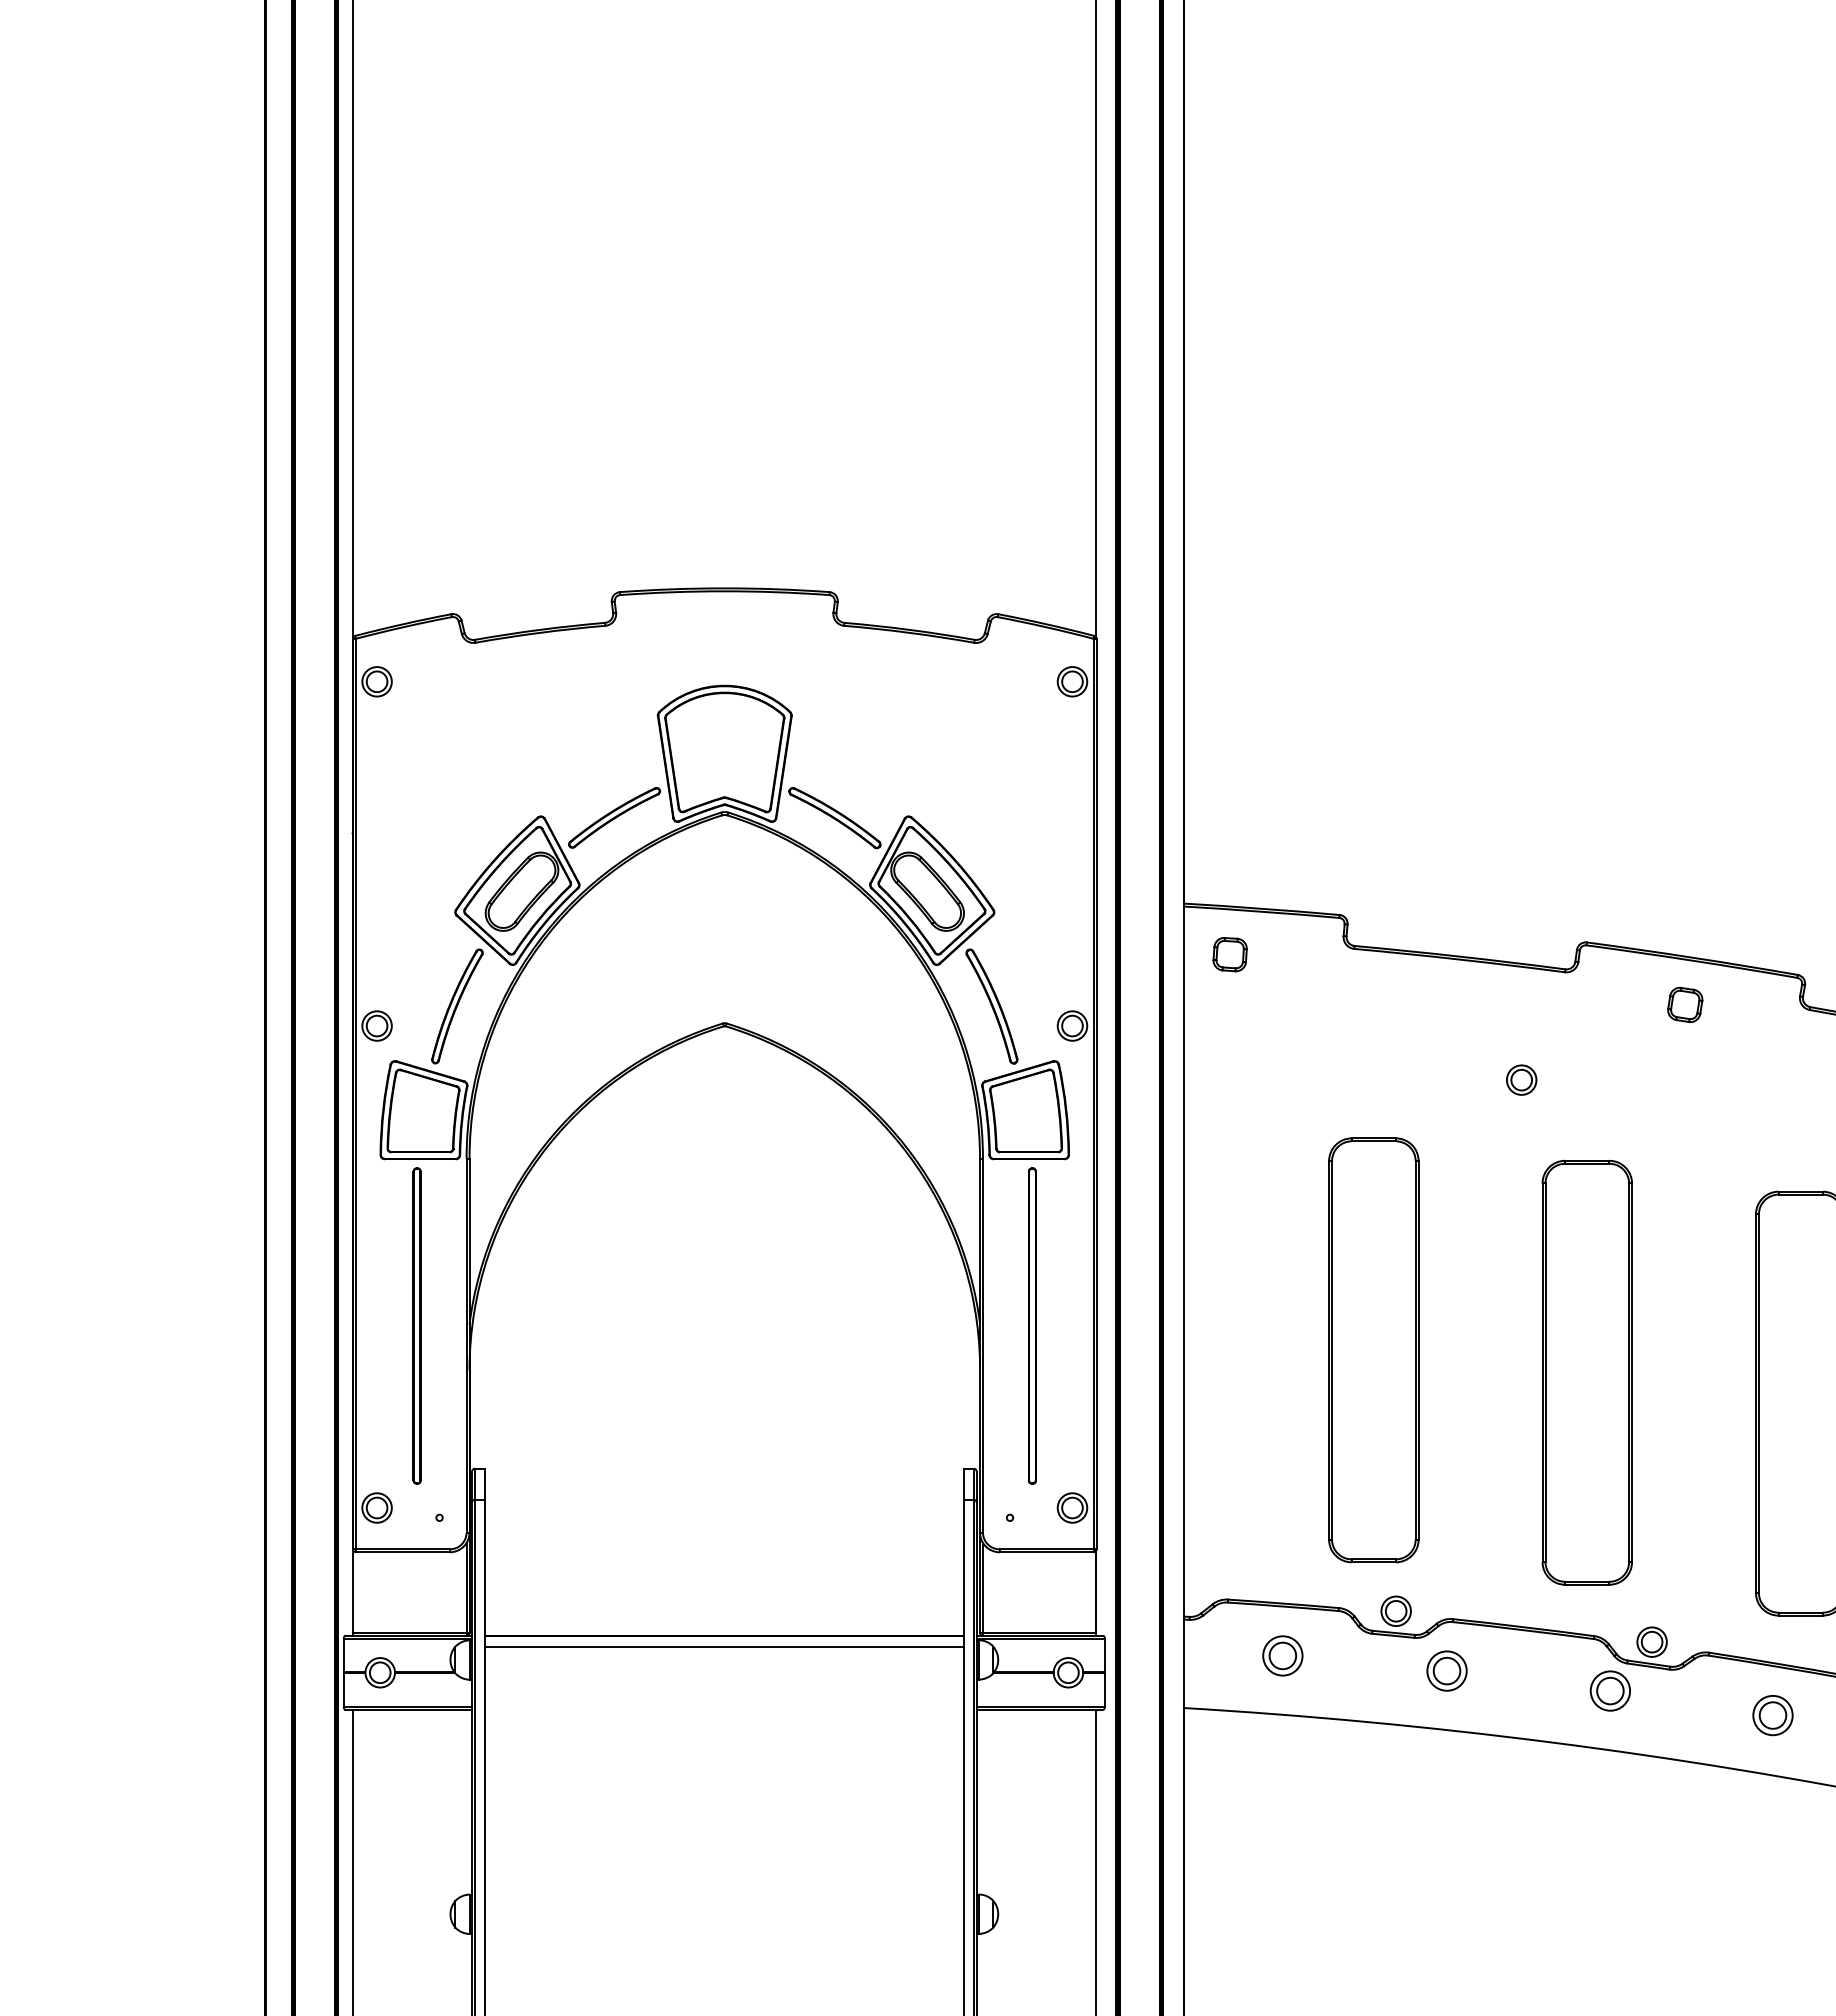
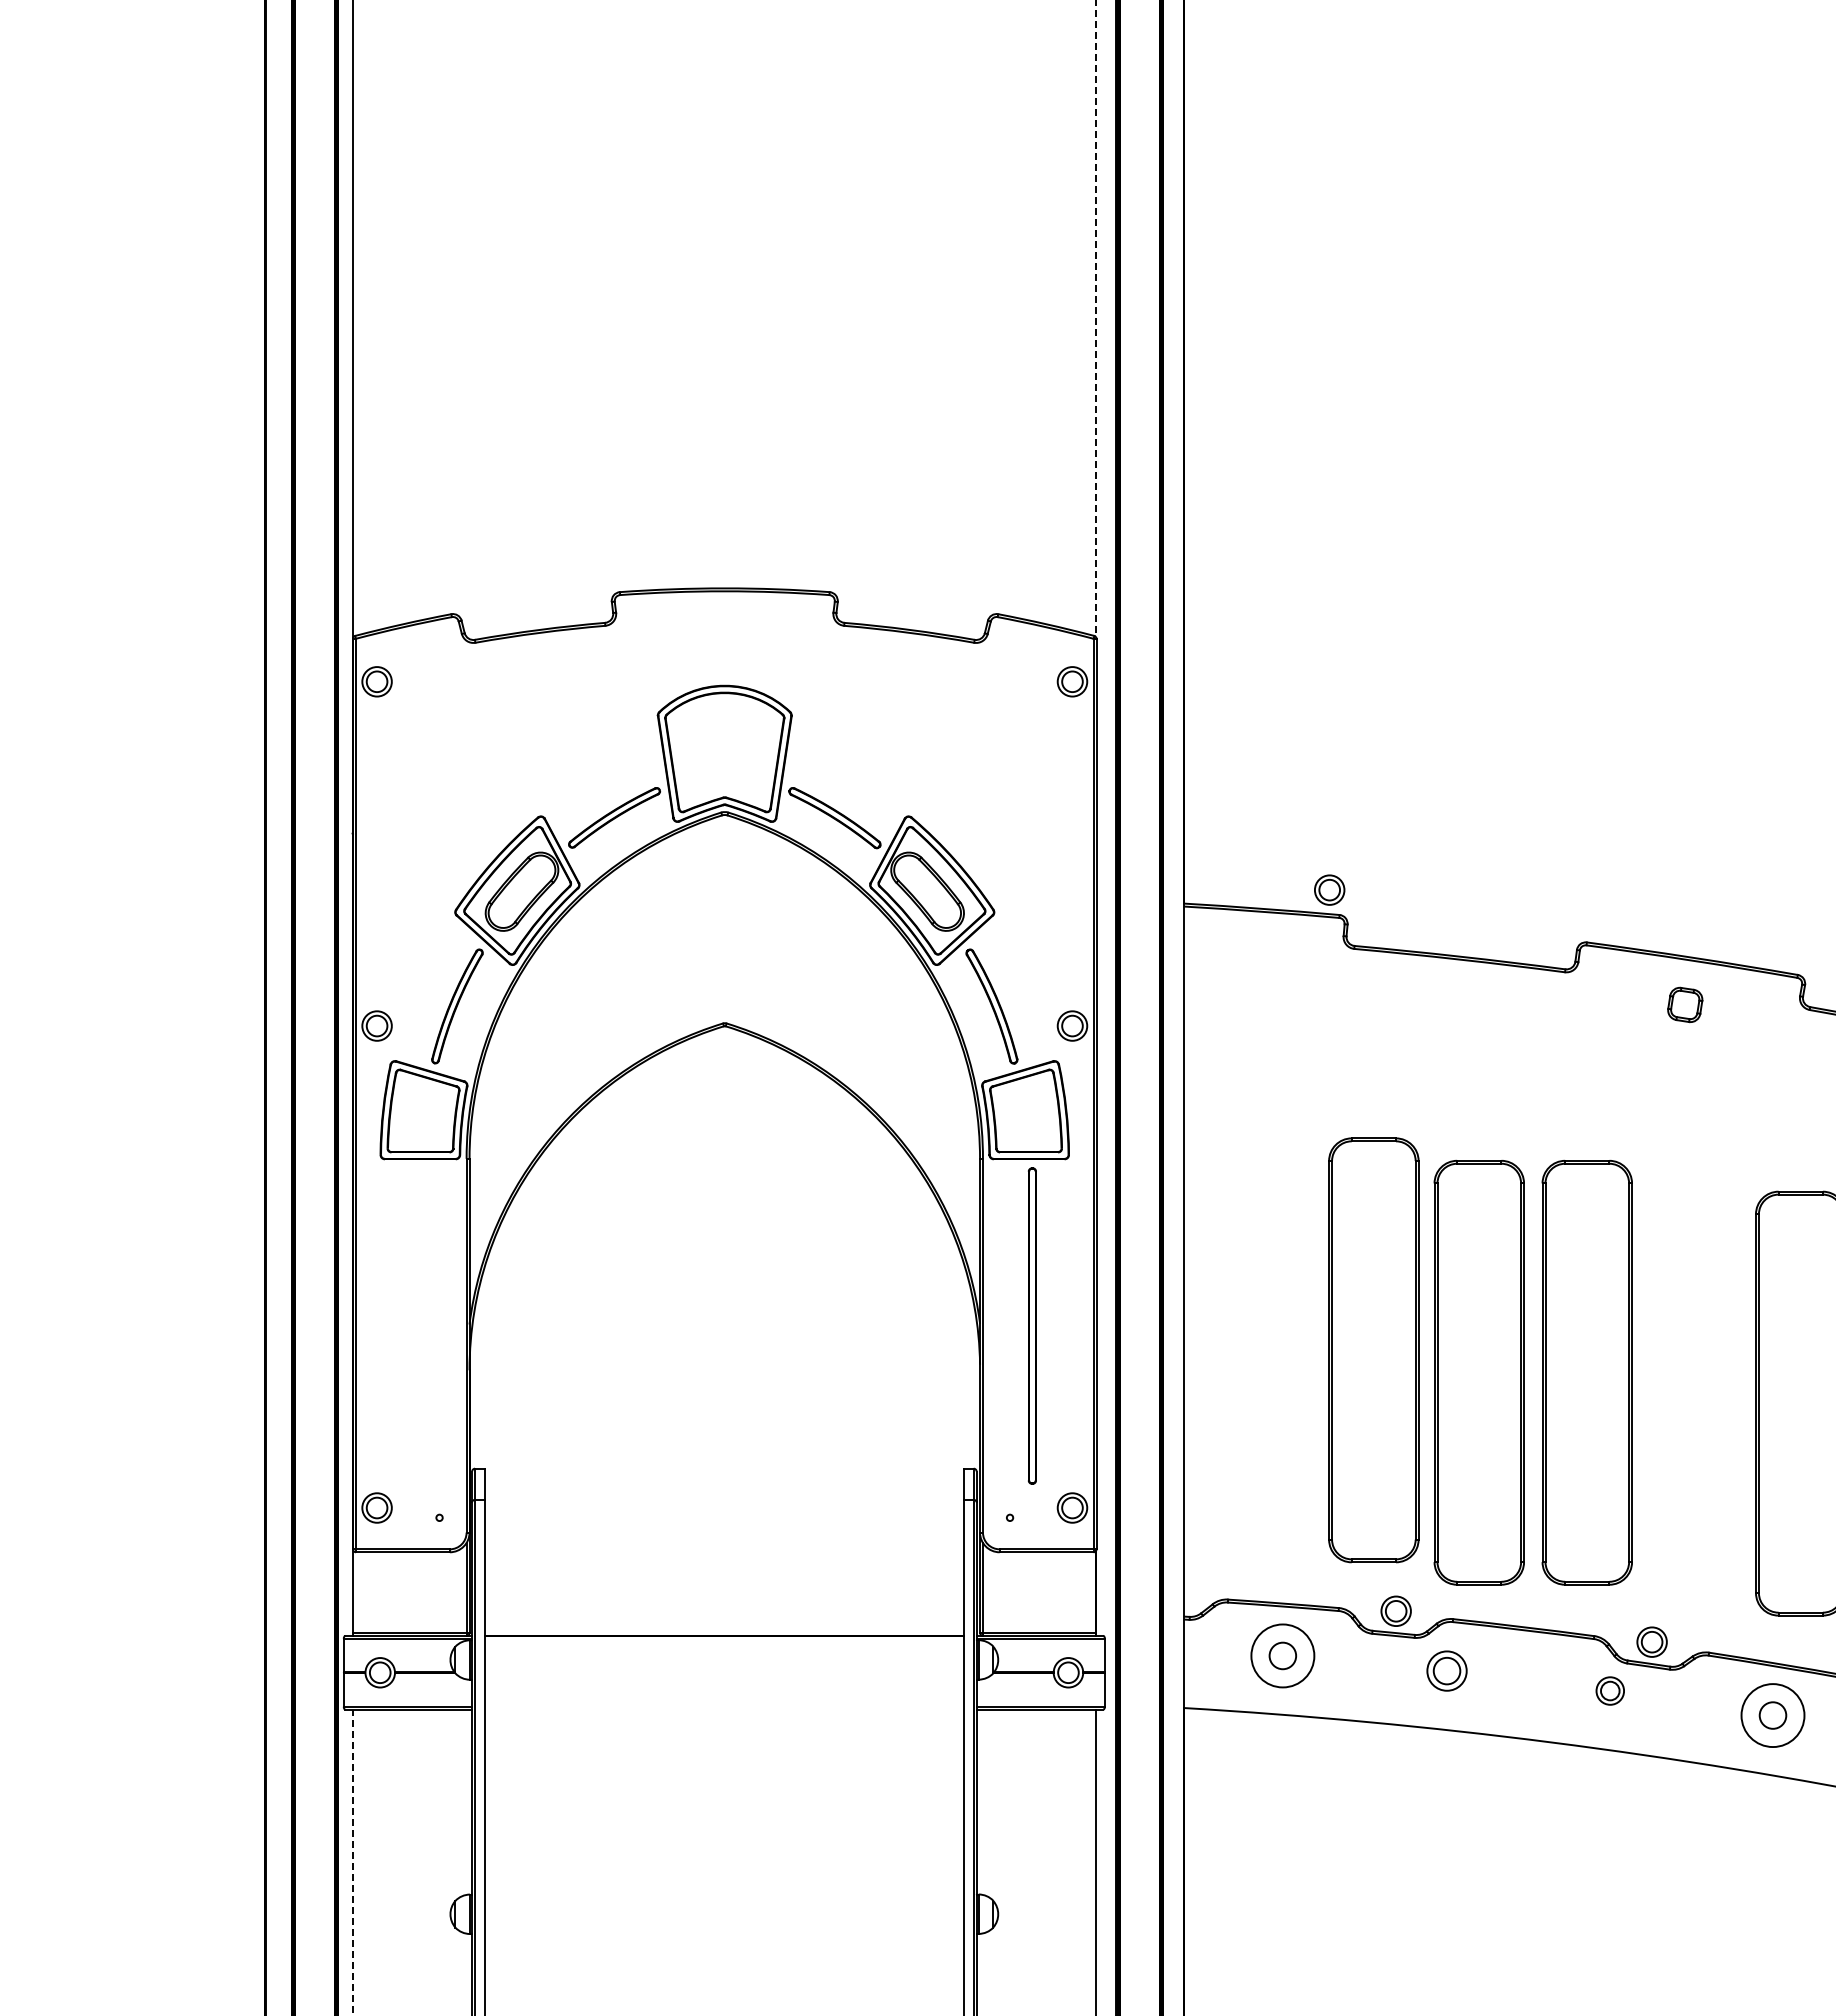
line at (1096, 319): solid -> dashed
part at (1229, 954): present -> none
part at (1521, 1079) position: (1521, 1079) -> (1329, 889)
part at (416, 1325): present -> none
part at (1478, 1372): none -> present
line at (723, 1646): present -> none
circle at (1282, 1655) diameter: 39 px -> 63 px
part at (1609, 1690) size: 42x42 px -> 30x30 px
circle at (1772, 1715) diameter: 39 px -> 63 px
line at (352, 1862): solid -> dashed
